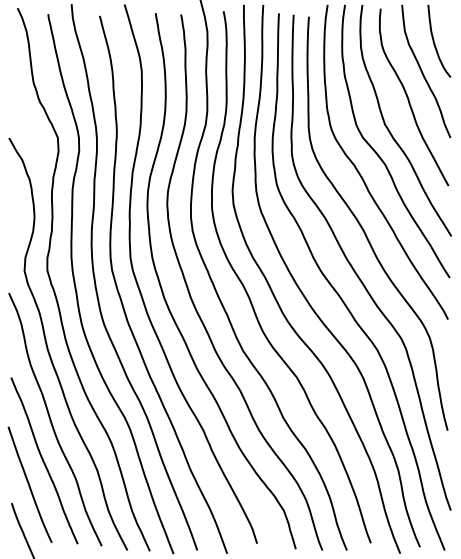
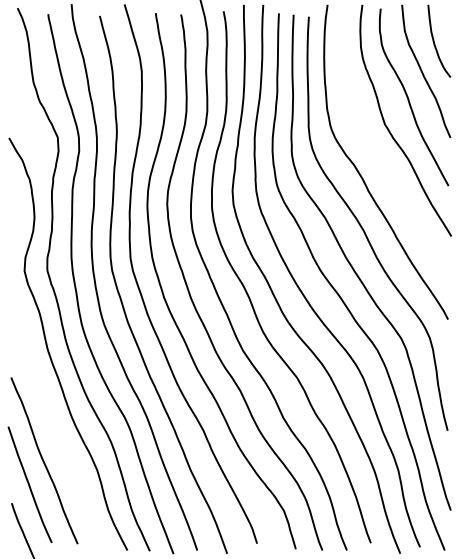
curve at (377, 152): present -> none
curve at (51, 419): present -> none
